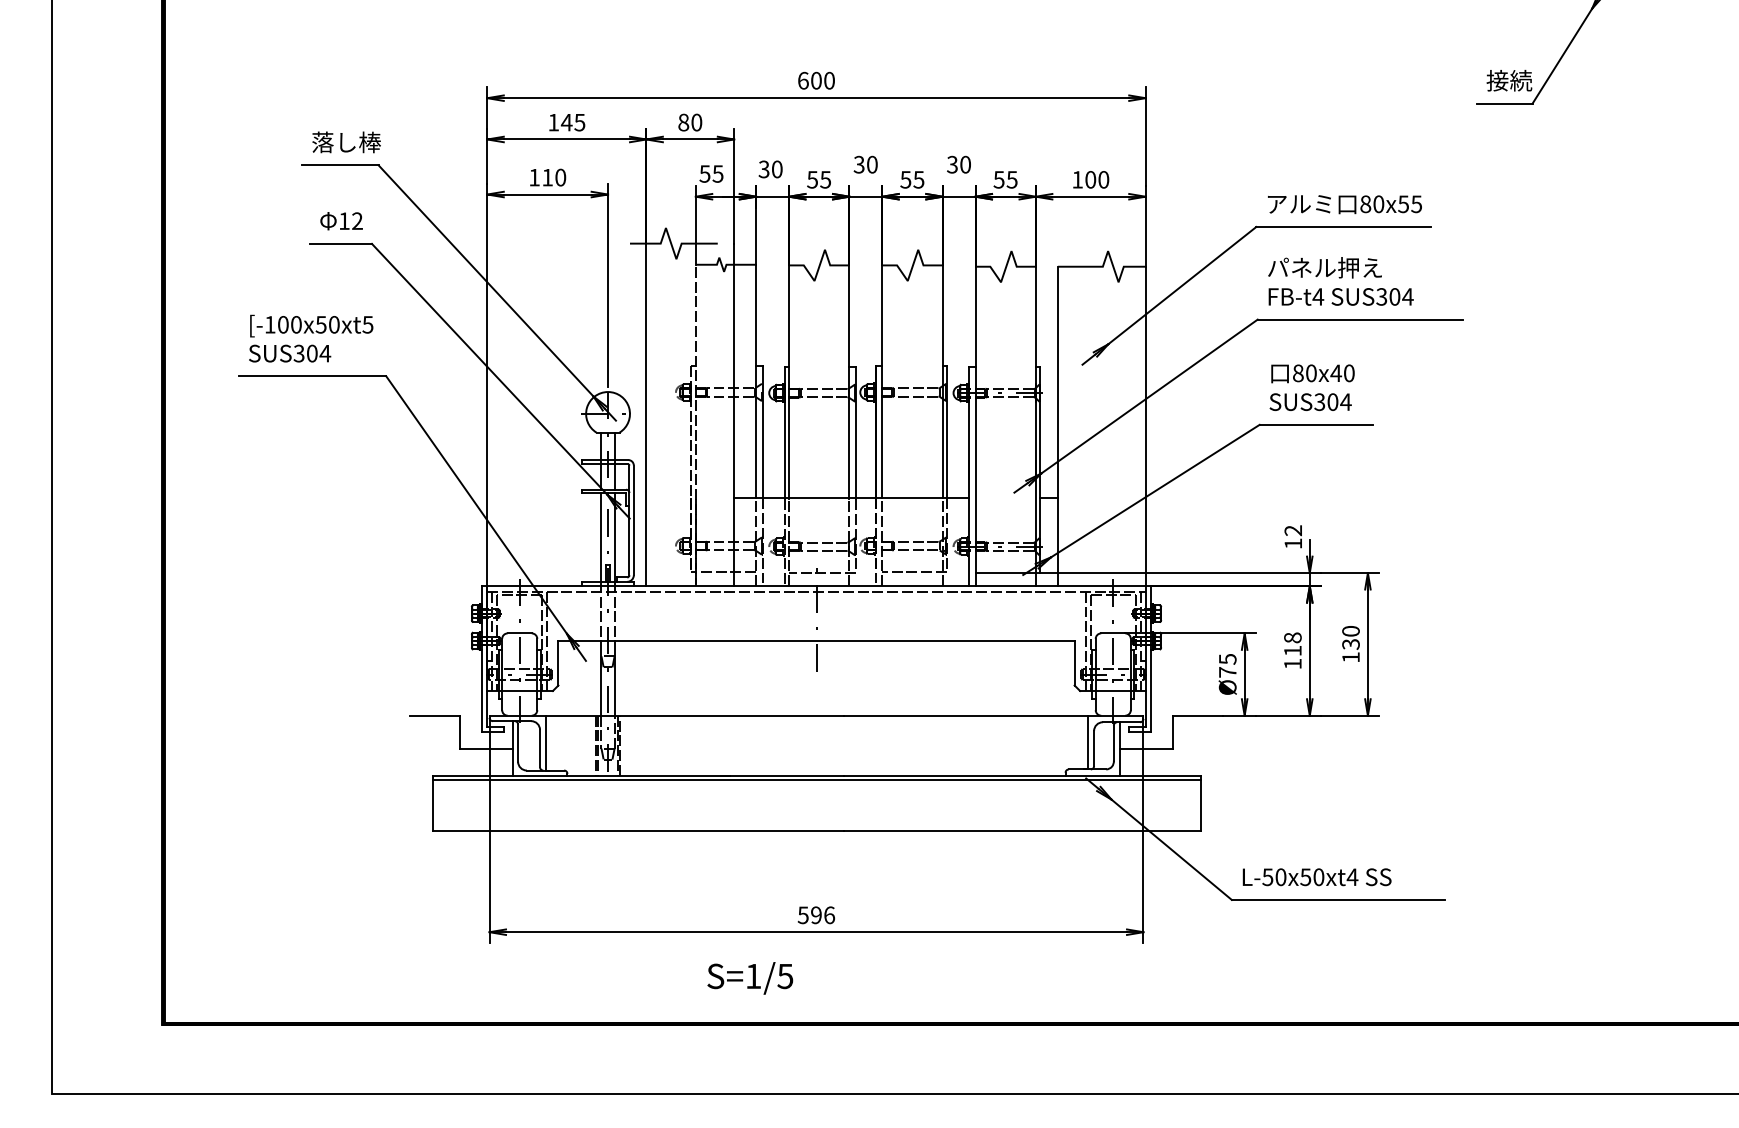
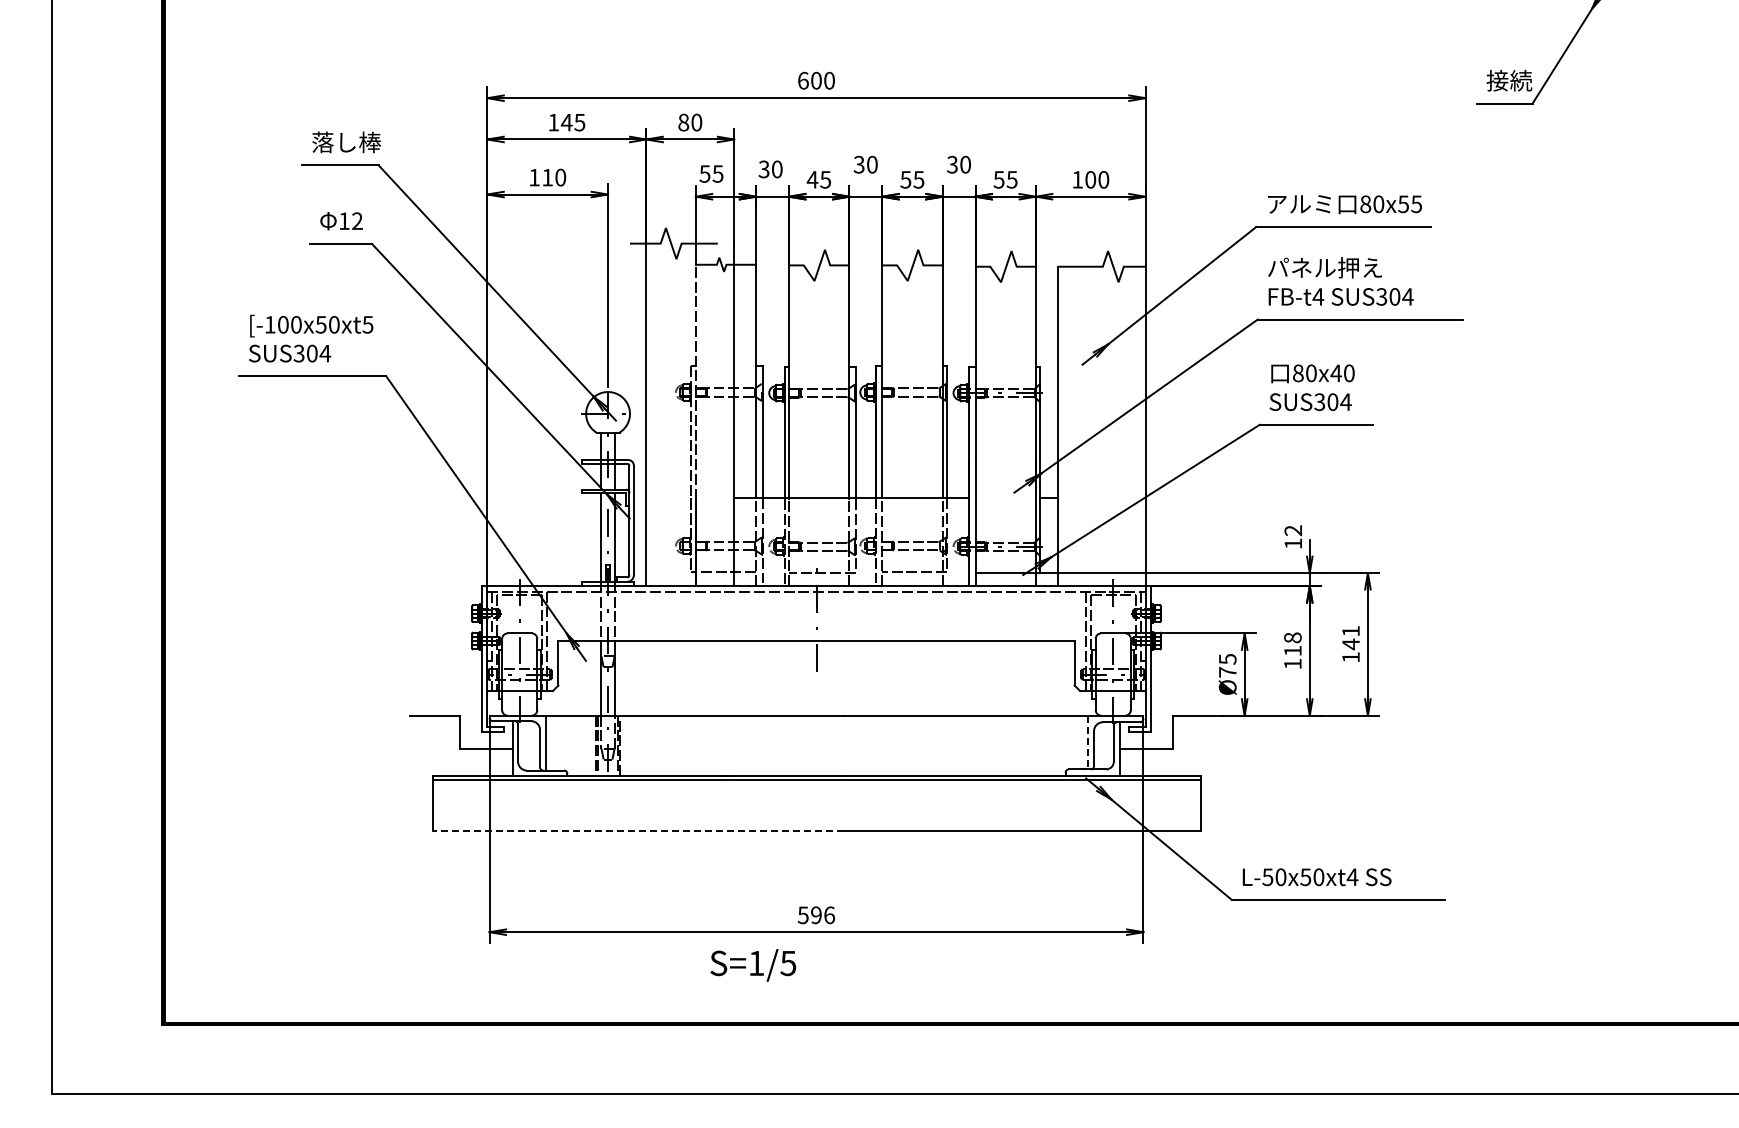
text at (812, 179): 55 -> 45
text at (1350, 638): 130 -> 141
line at (1087, 742): solid -> dashed
line at (638, 830): solid -> dashed
text at (750, 978) position: (750, 978) -> (753, 965)
